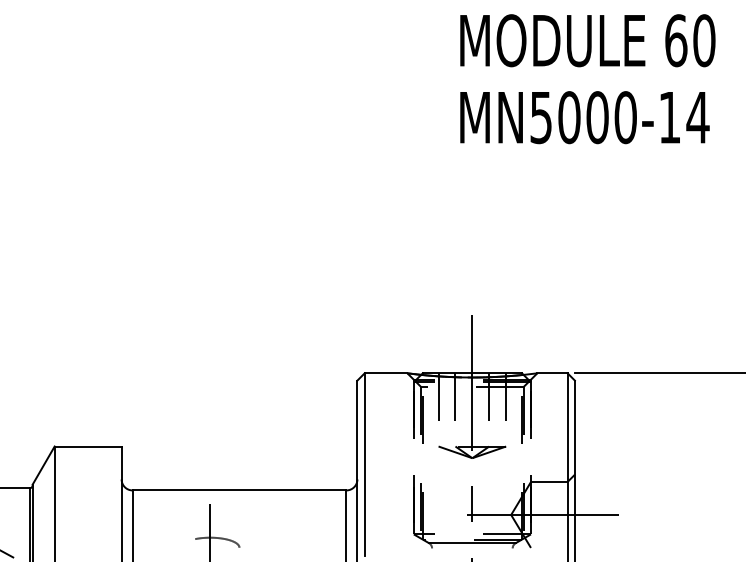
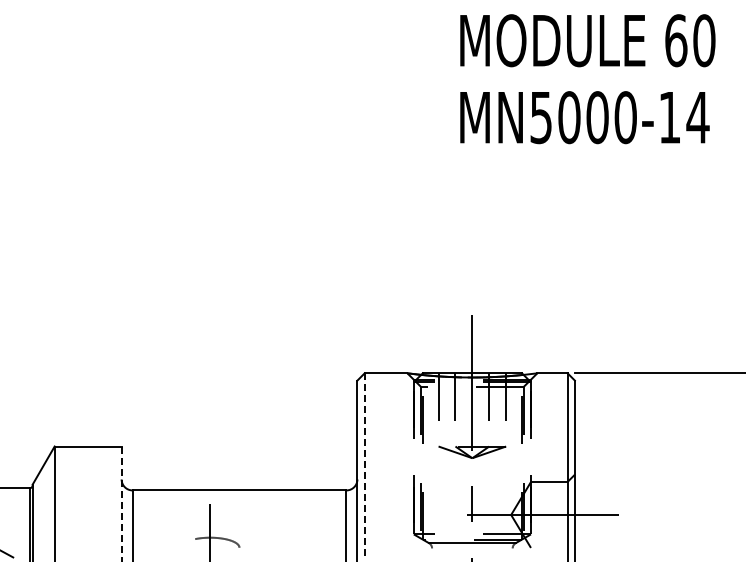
line at (364, 464): solid -> dashed
line at (121, 504): solid -> dashed
